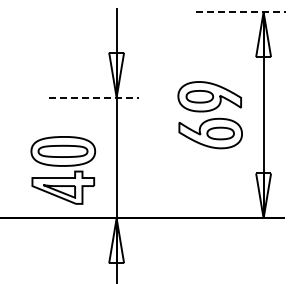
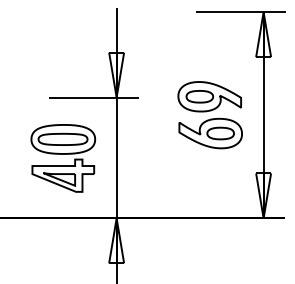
line at (241, 12): dashed -> solid
line at (94, 97): dashed -> solid
part at (63, 170) position: (63, 170) -> (63, 158)
